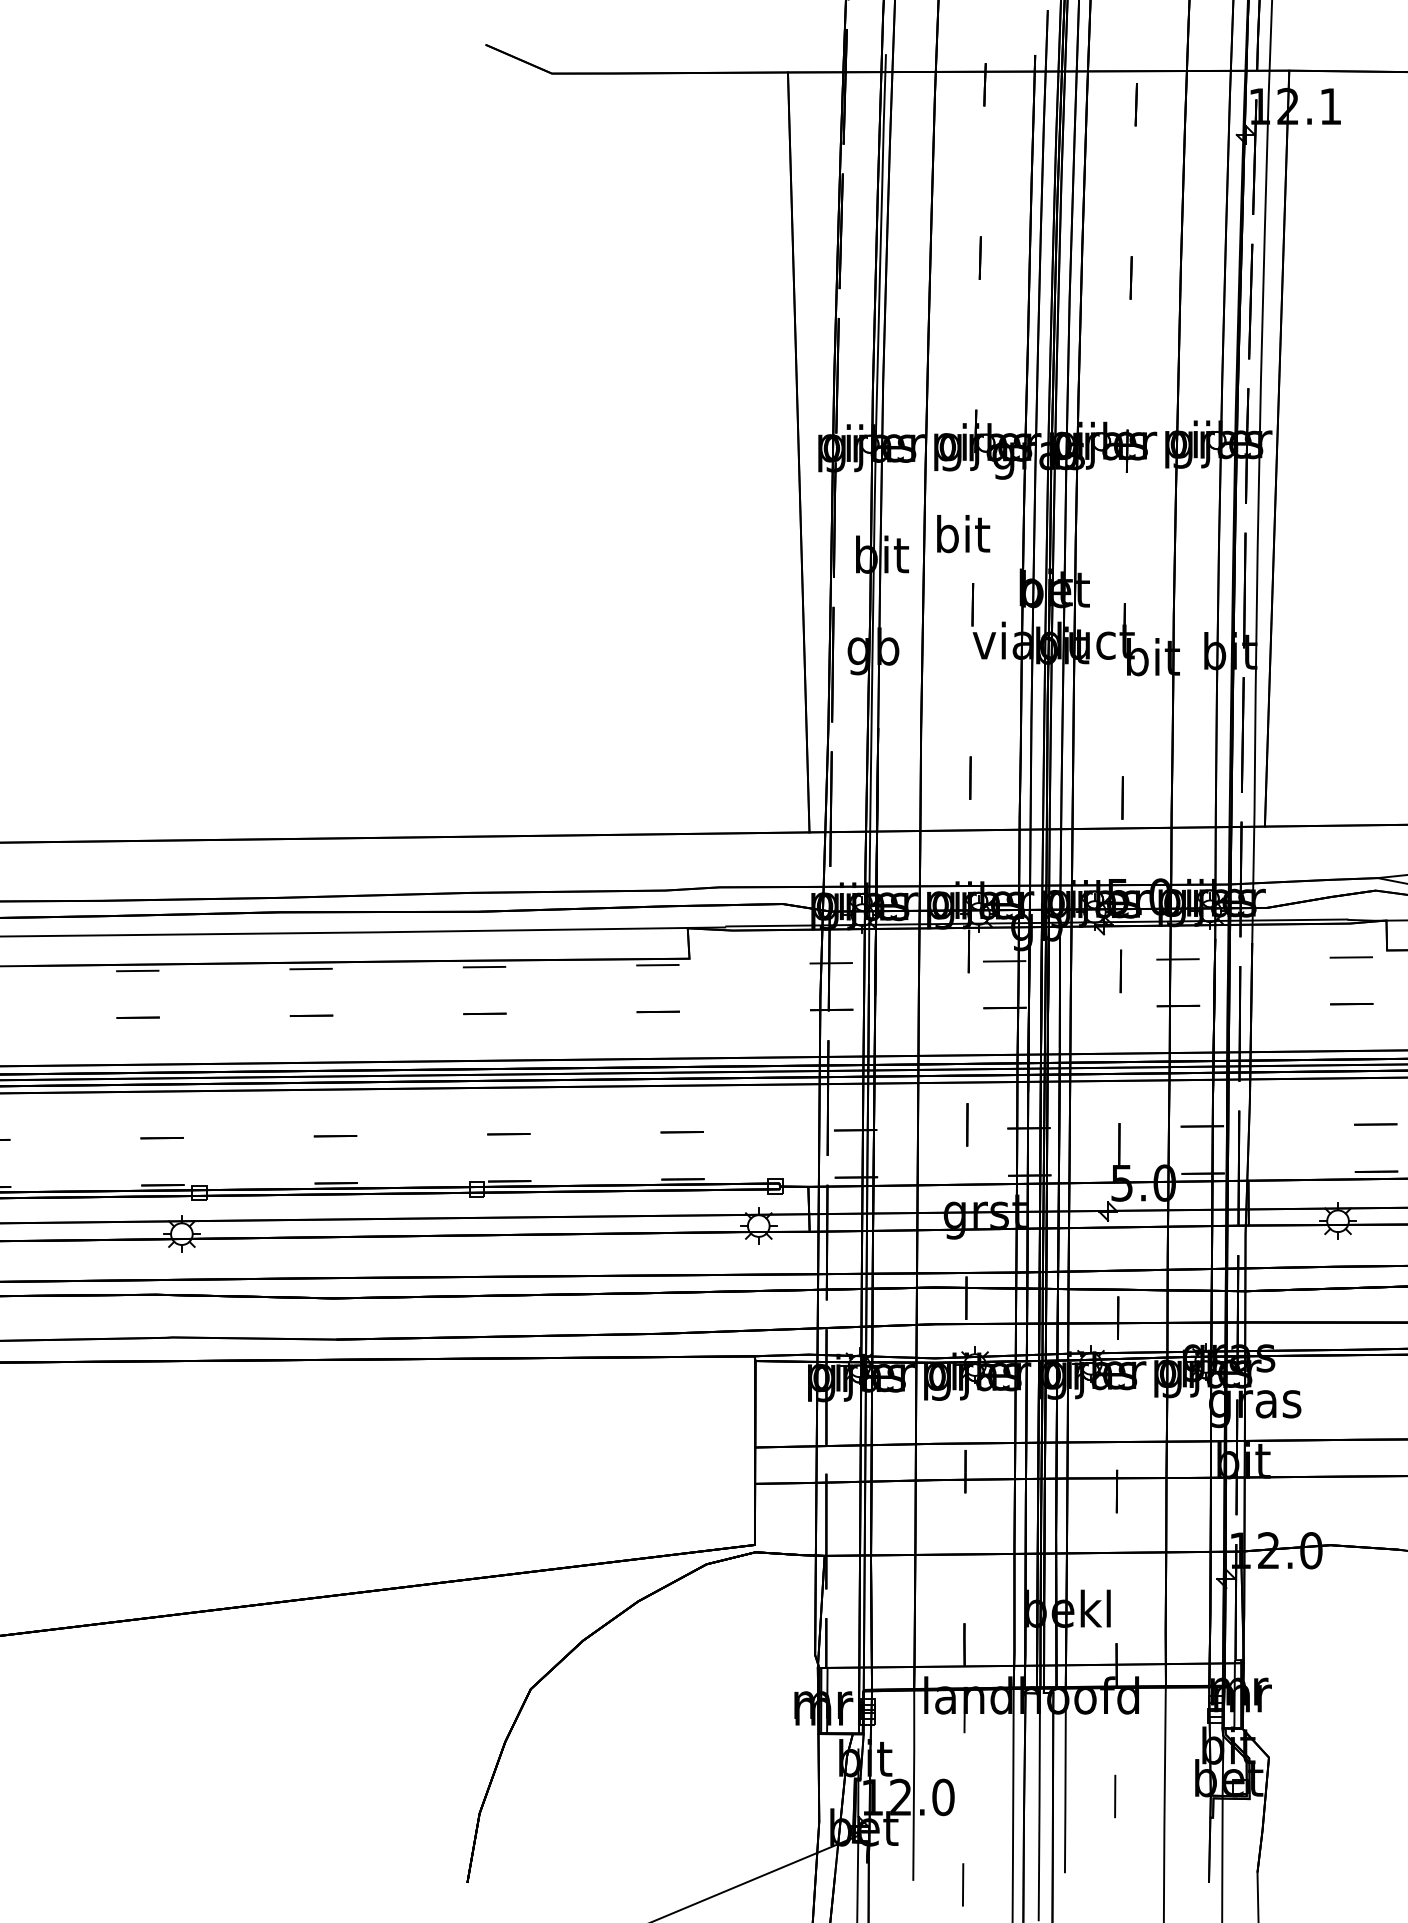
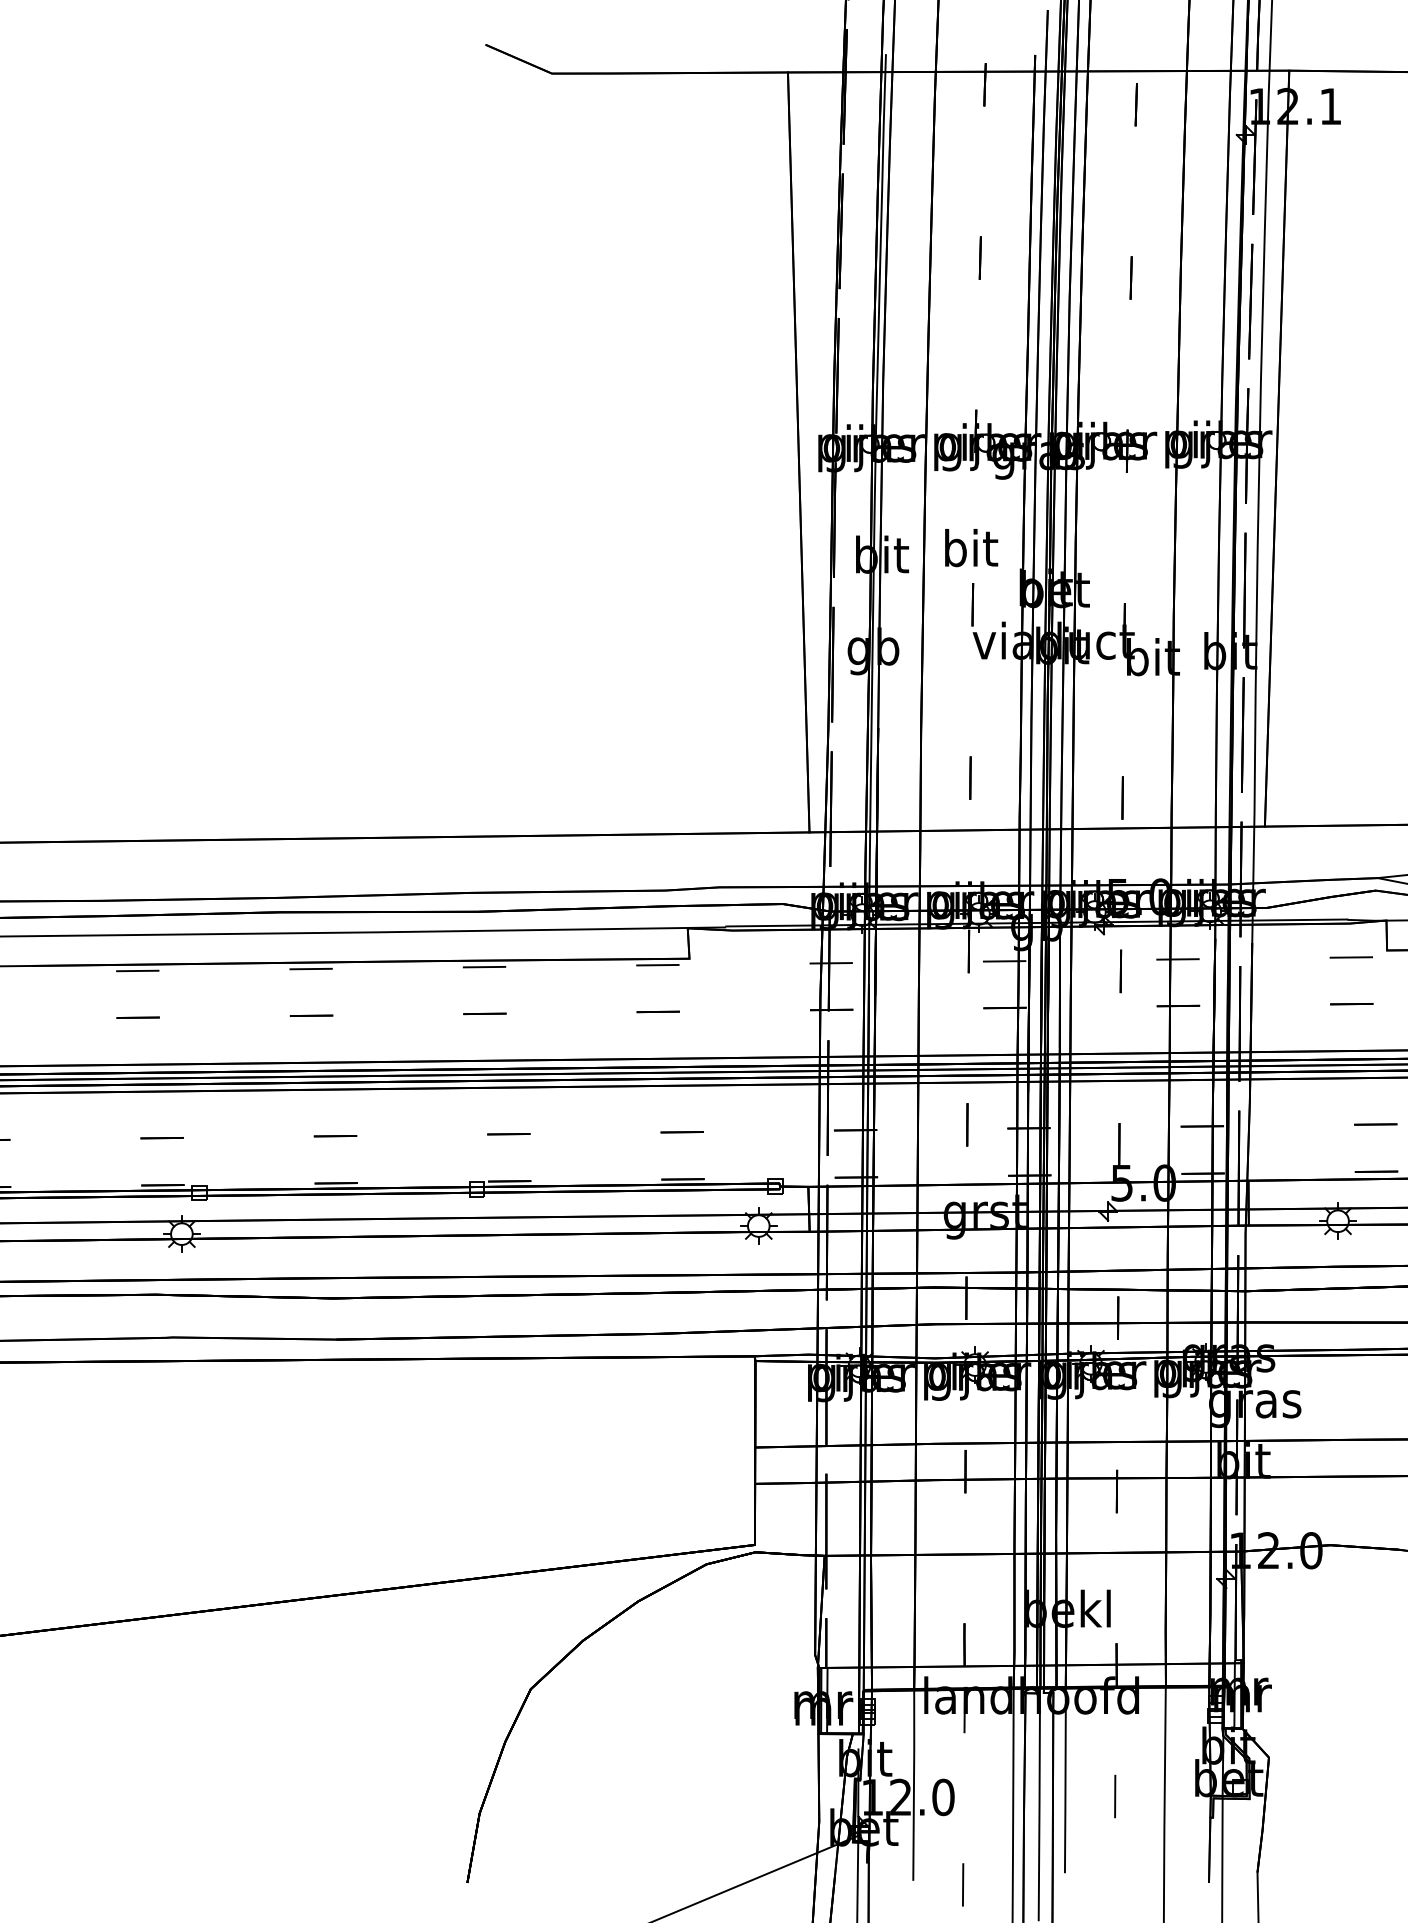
text at (963, 534) position: (963, 534) -> (971, 548)
